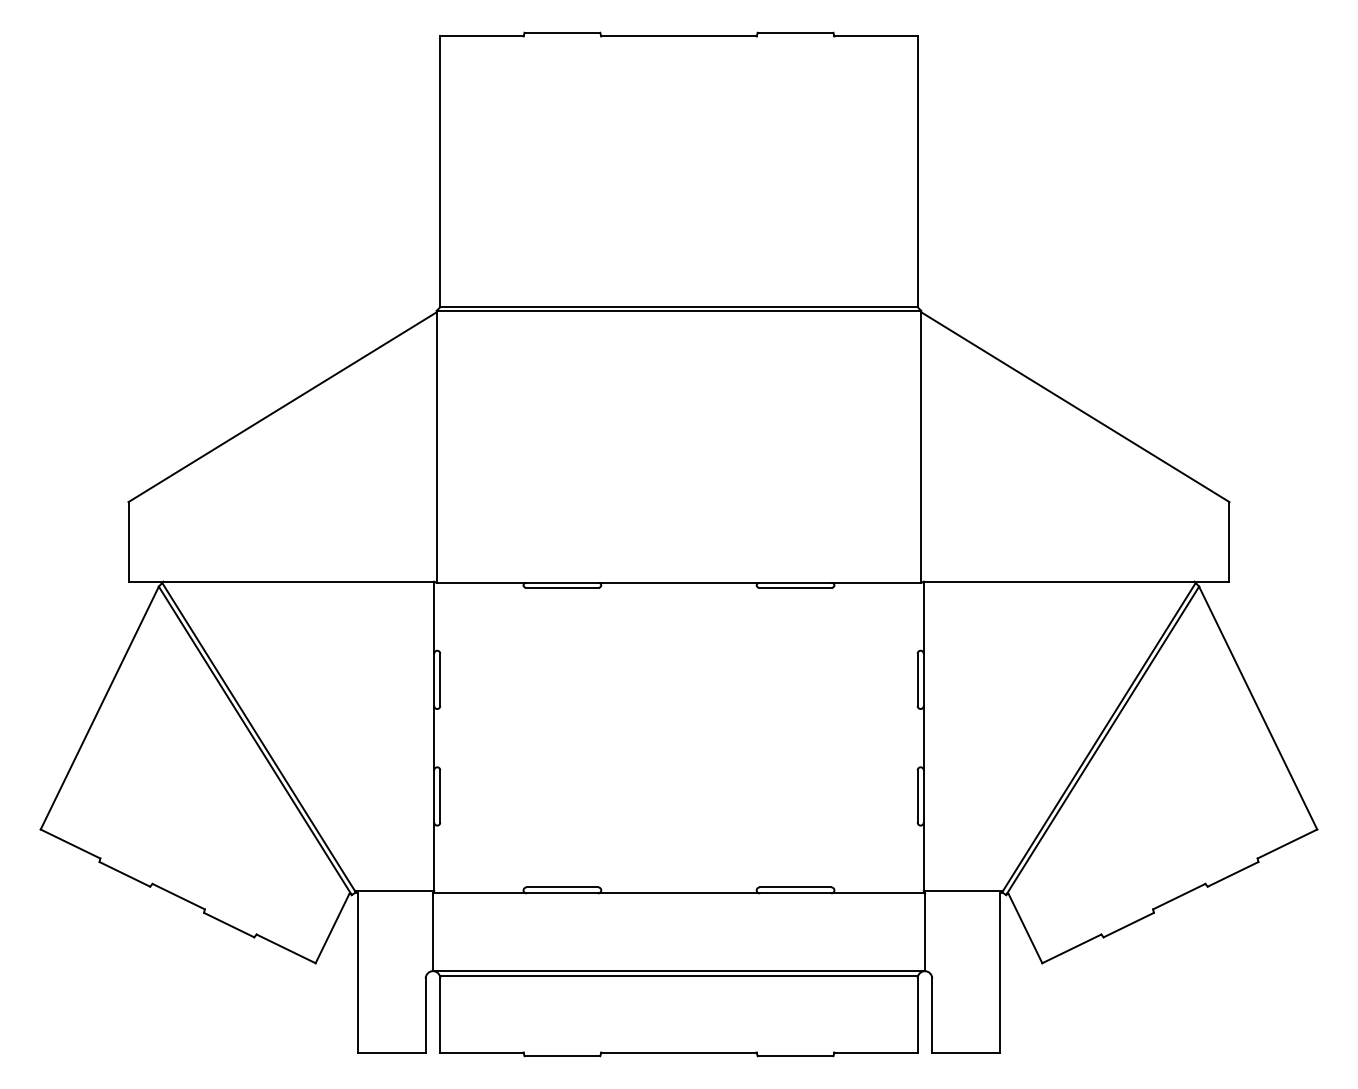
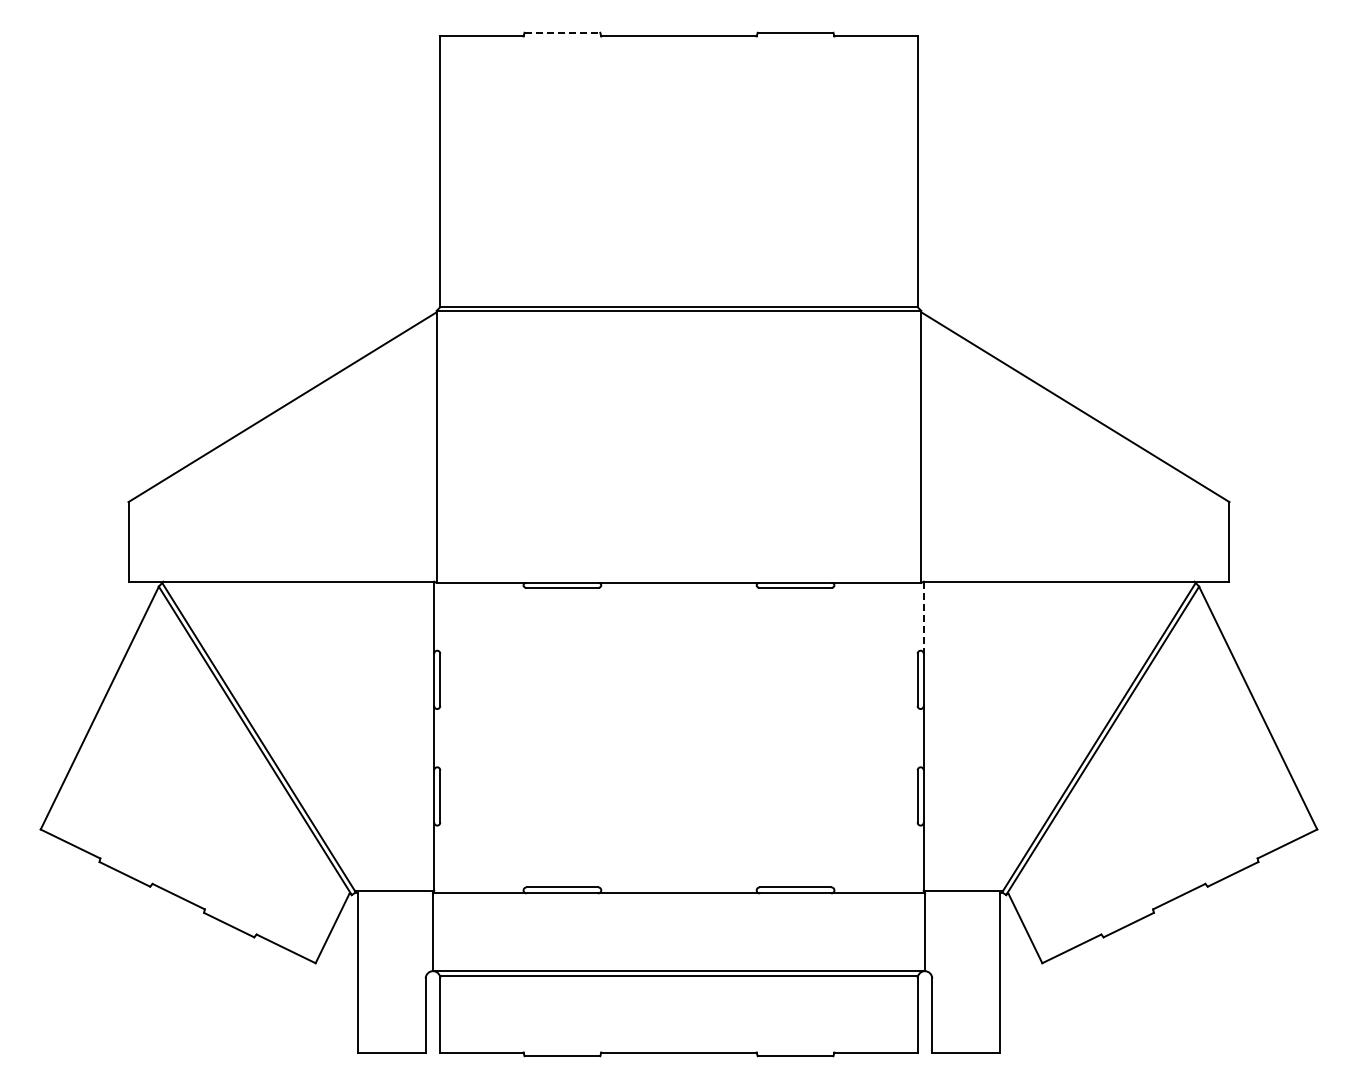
line at (562, 32): solid -> dashed
line at (923, 618): solid -> dashed
